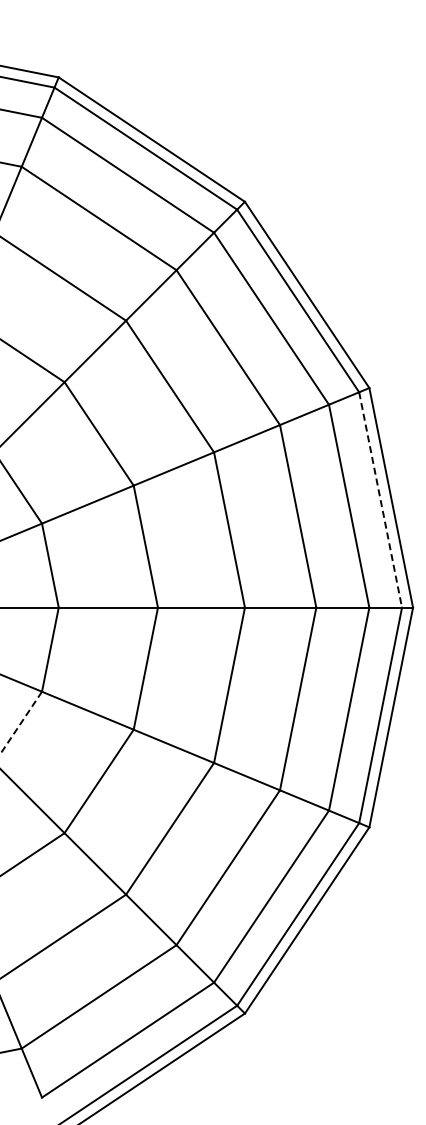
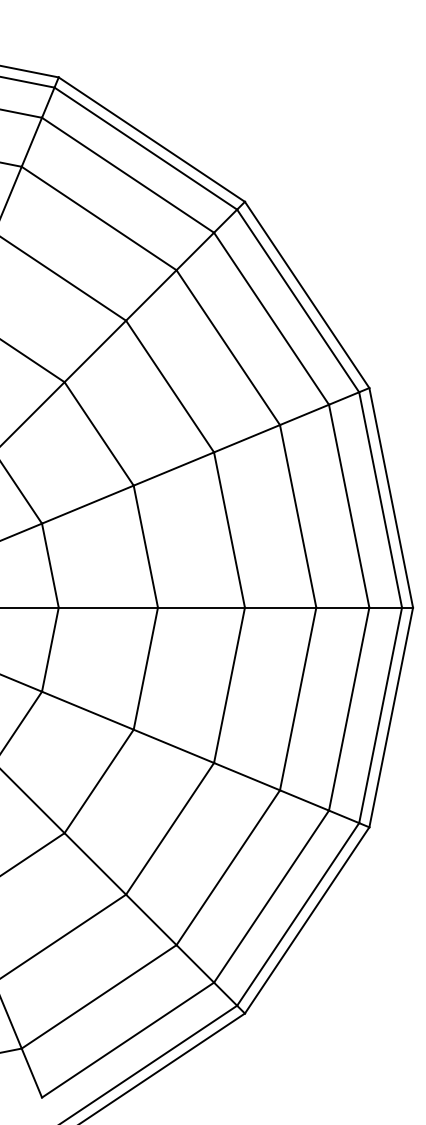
line at (380, 499): dashed -> solid
line at (21, 723): dashed -> solid
